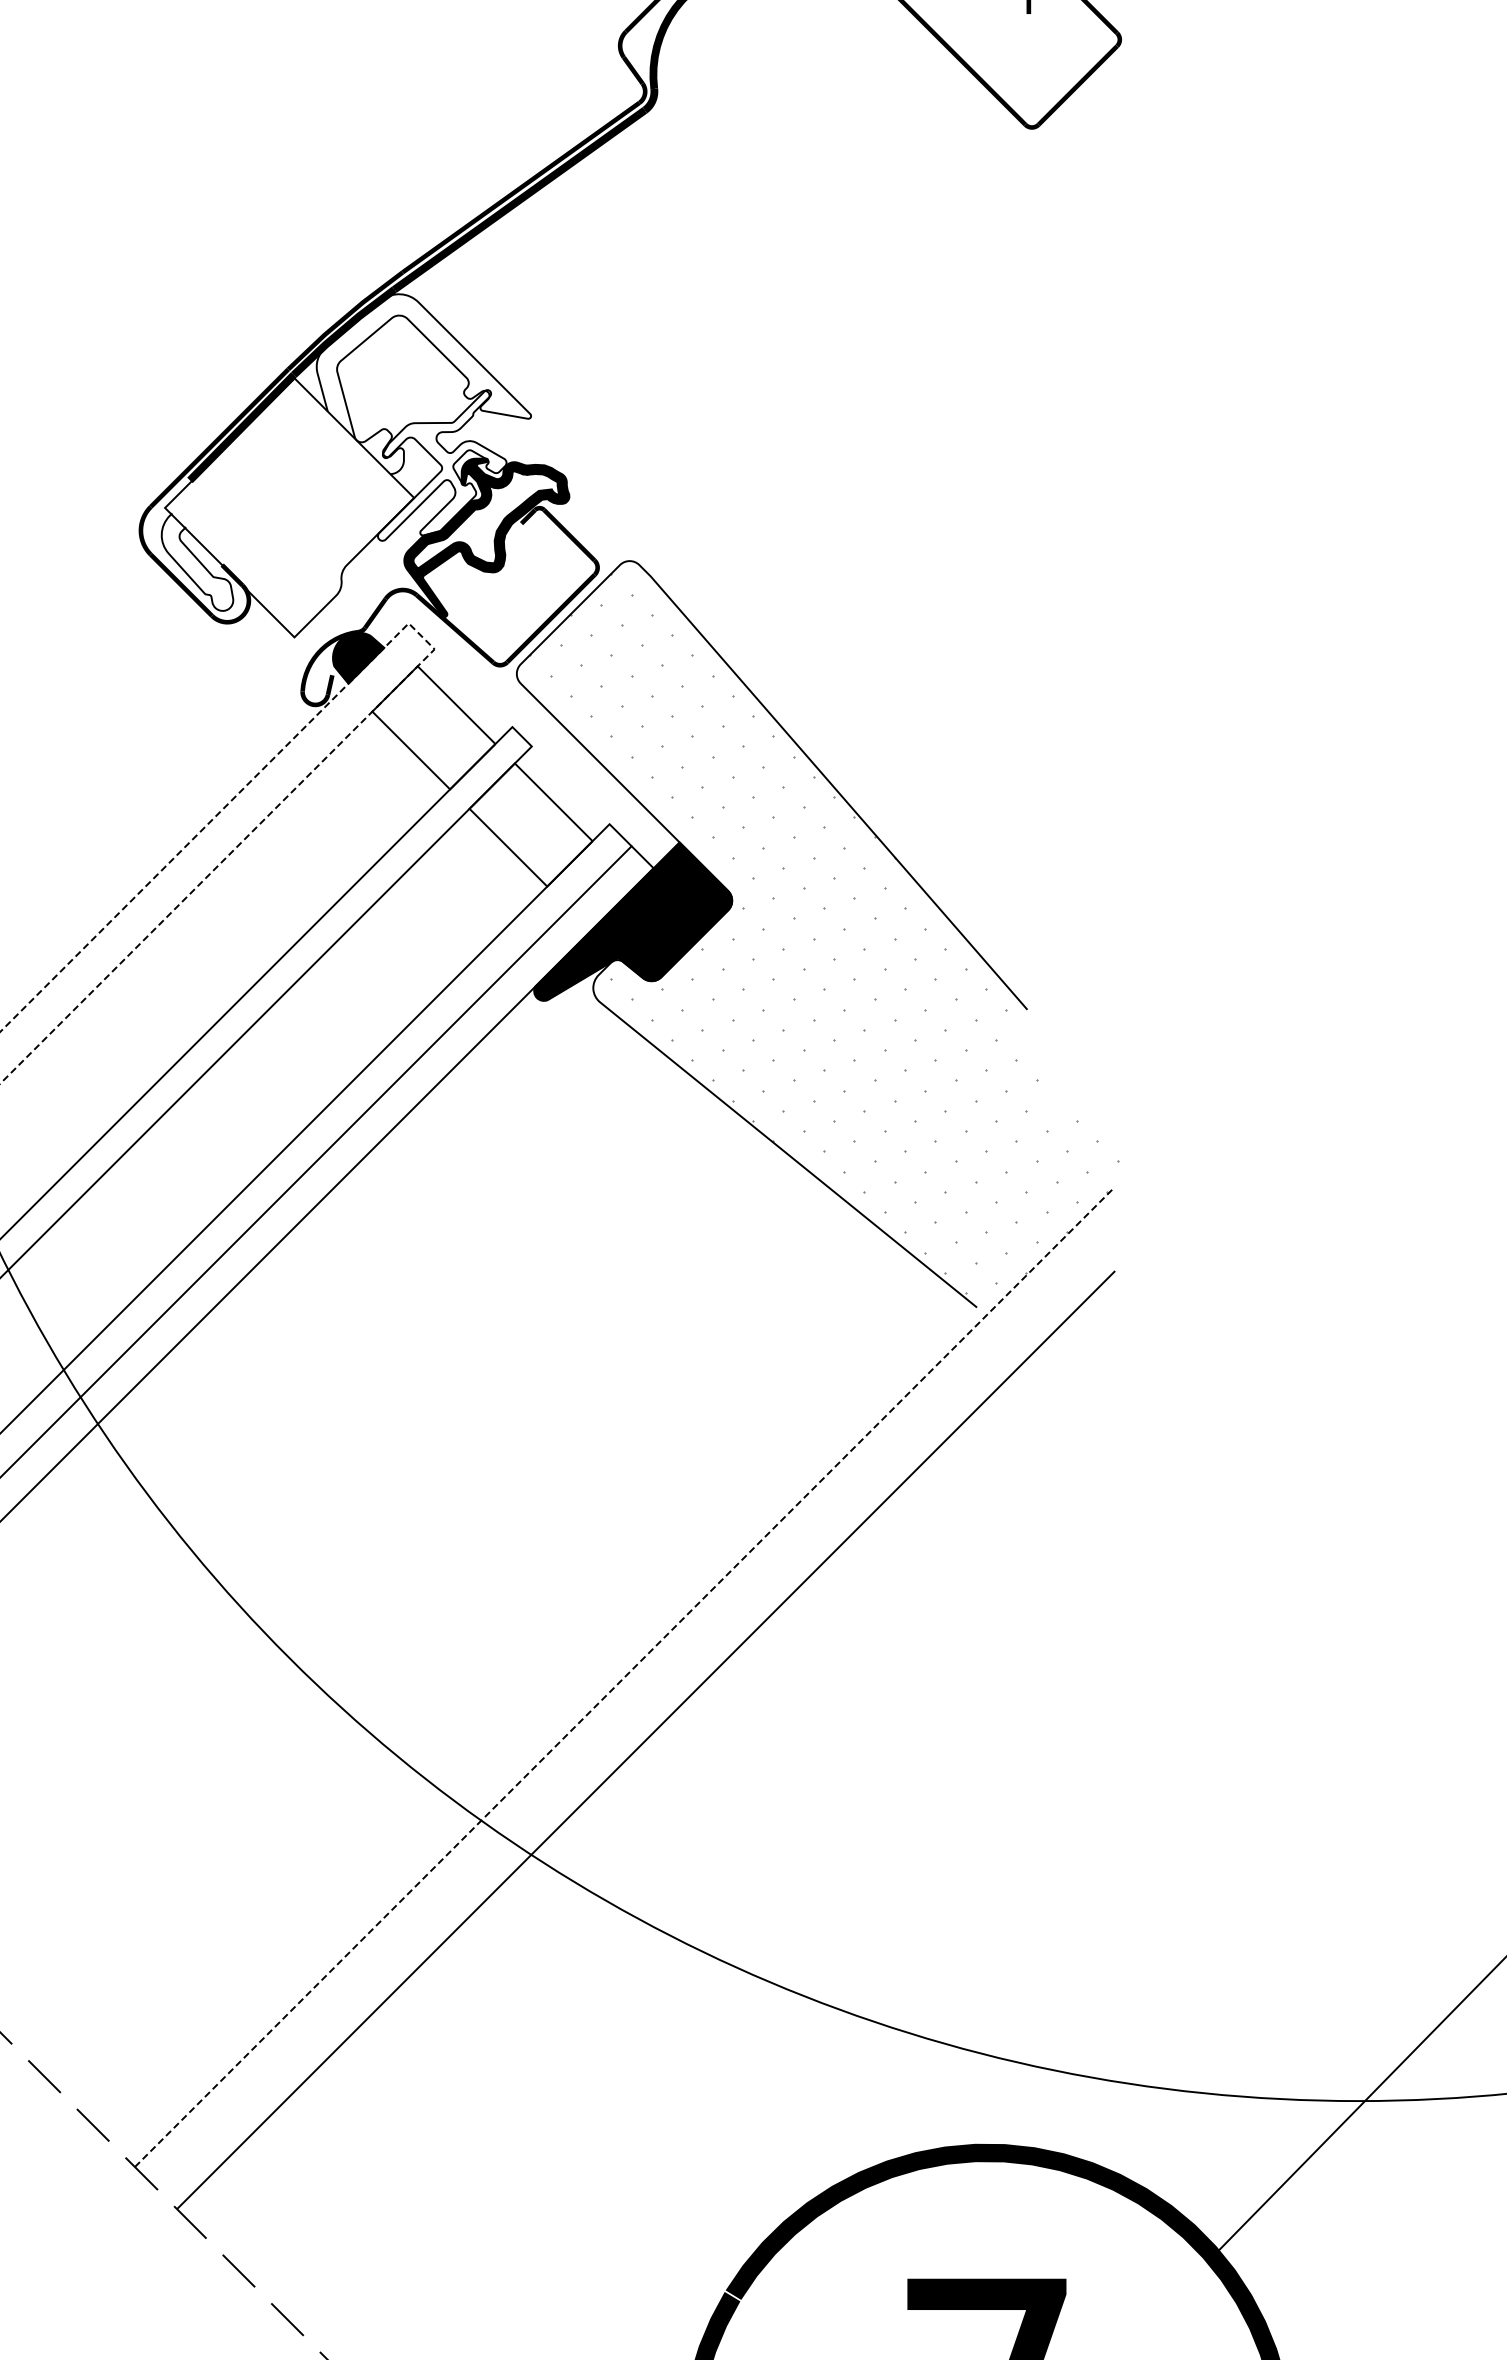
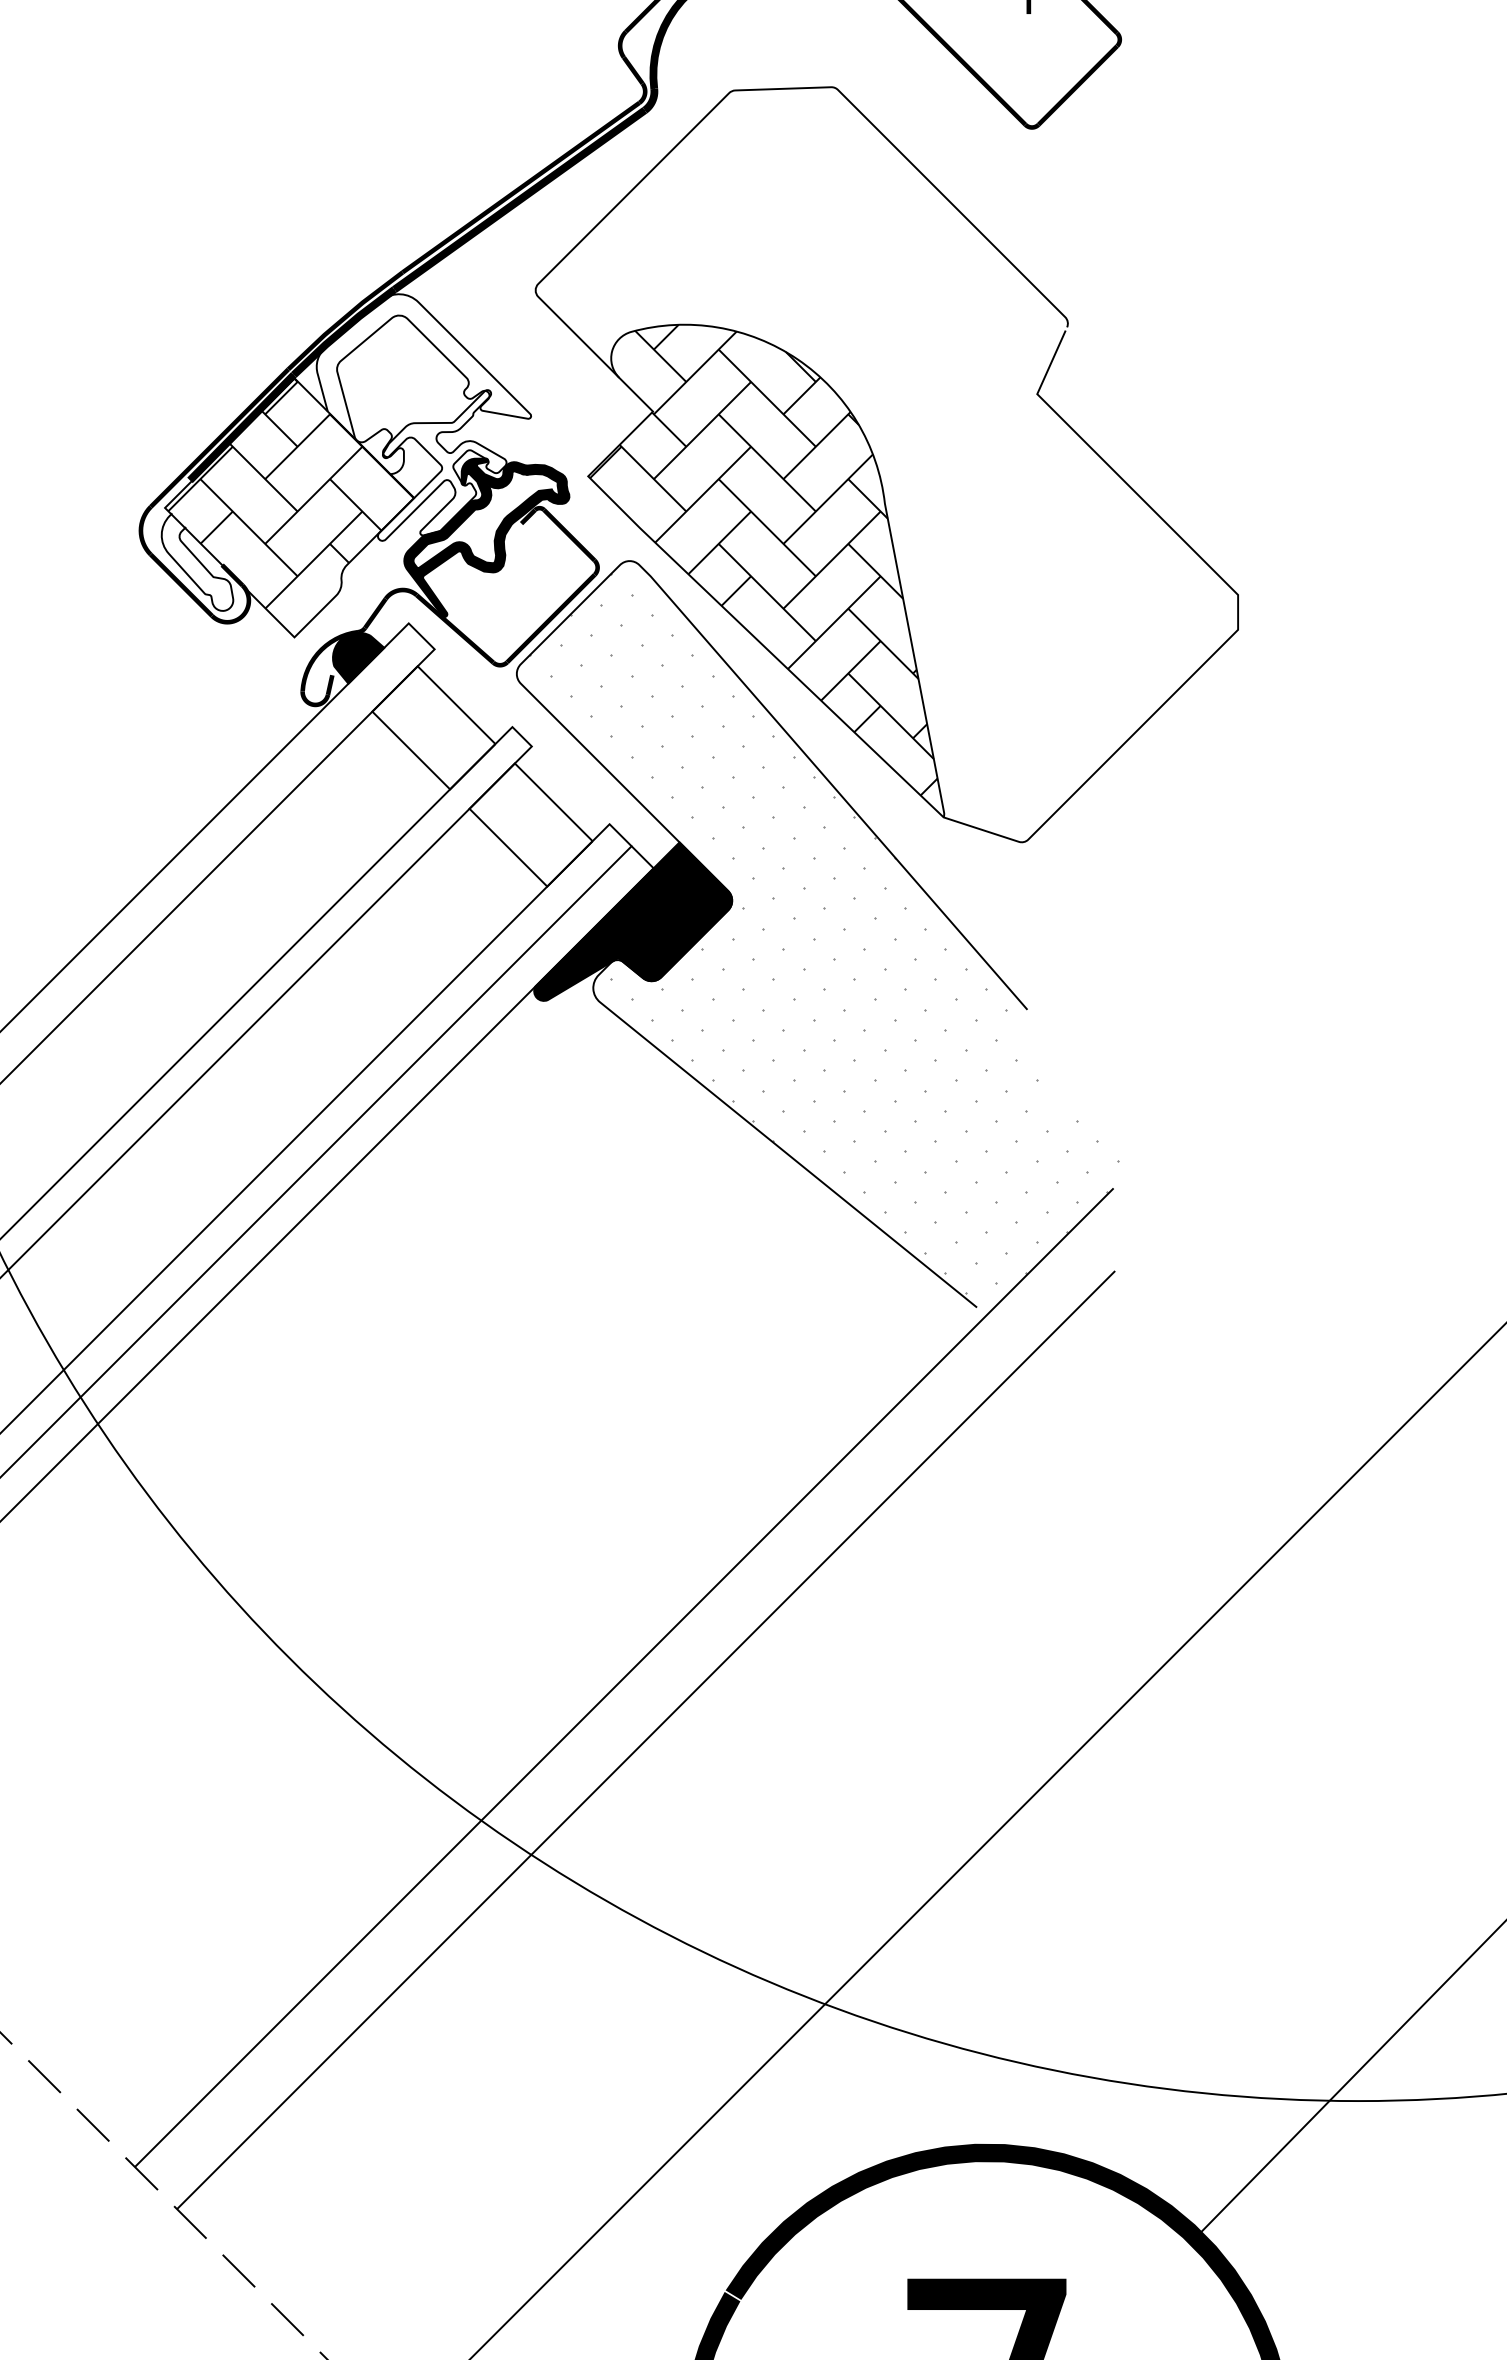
part at (878, 466): none -> present
hatch at (290, 493): none -> present
line at (434, 649): dashed -> solid
line at (624, 1677): dashed -> solid
line at (987, 1840): none -> present
line at (1358, 2107) position: (1358, 2107) -> (1349, 2080)
